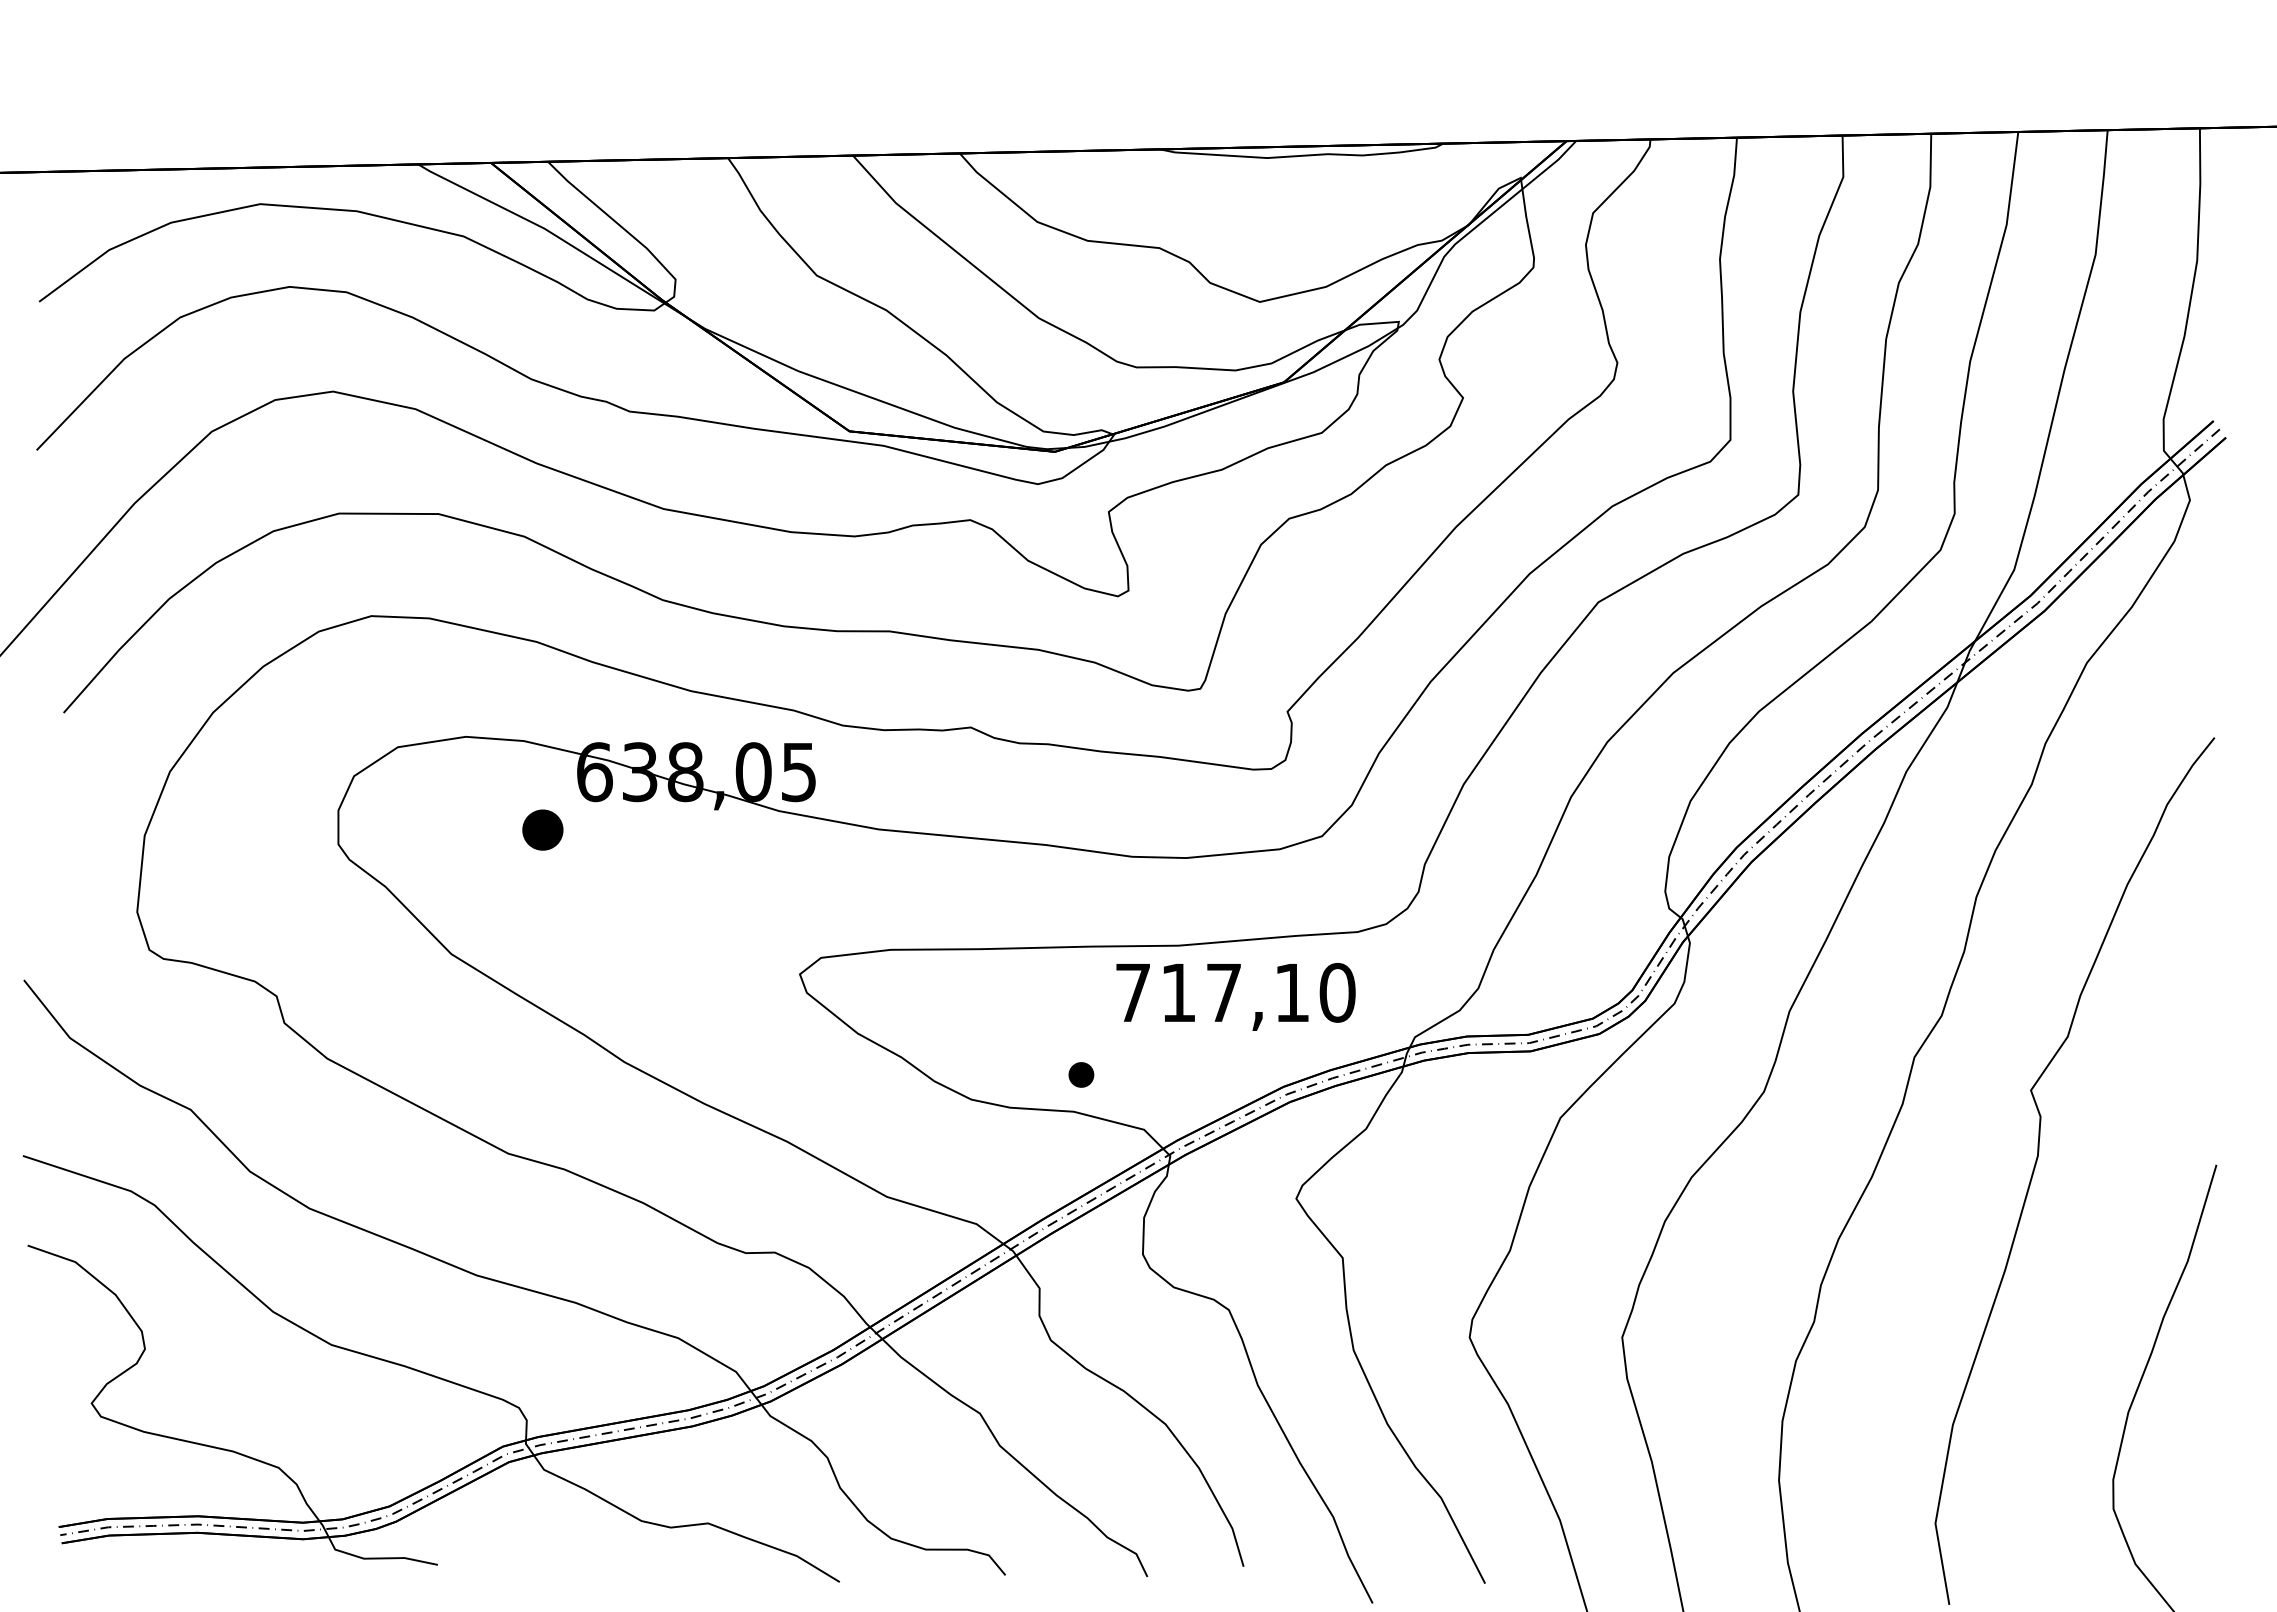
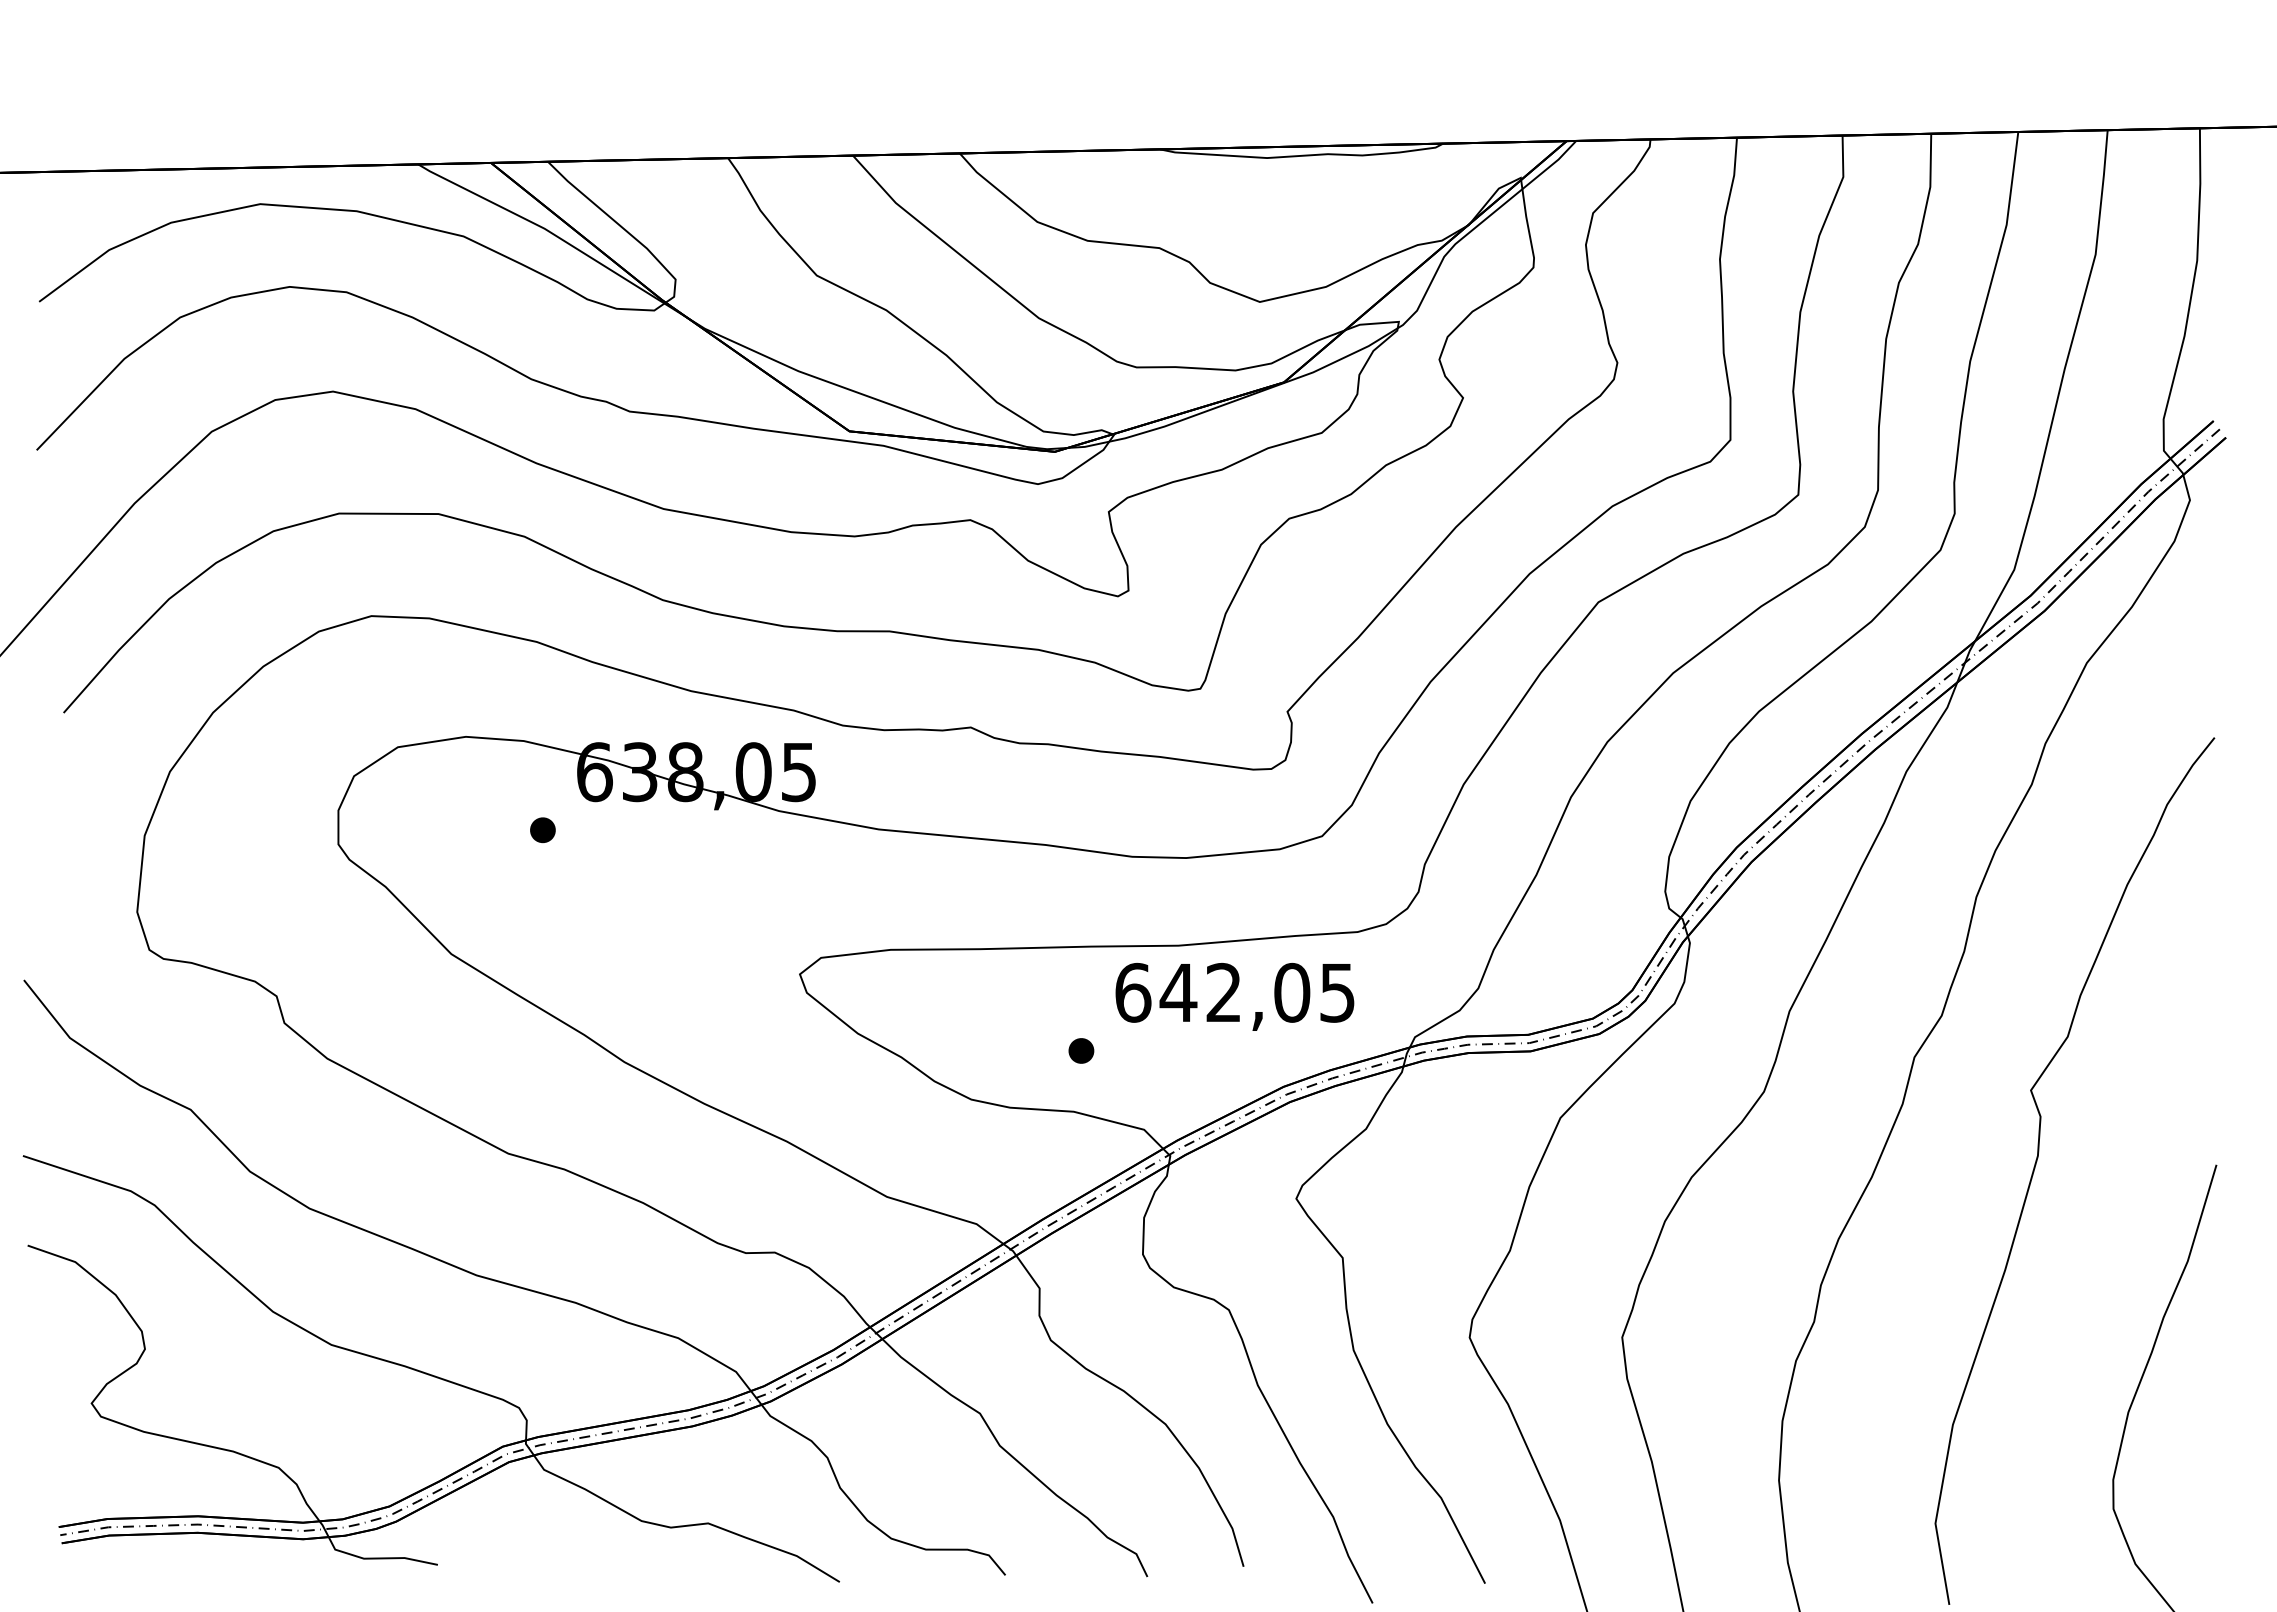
part at (542, 829) size: 42x42 px -> 26x27 px
text at (1235, 992): 717,10 -> 642,05
part at (1081, 1074) position: (1081, 1074) -> (1081, 1050)
